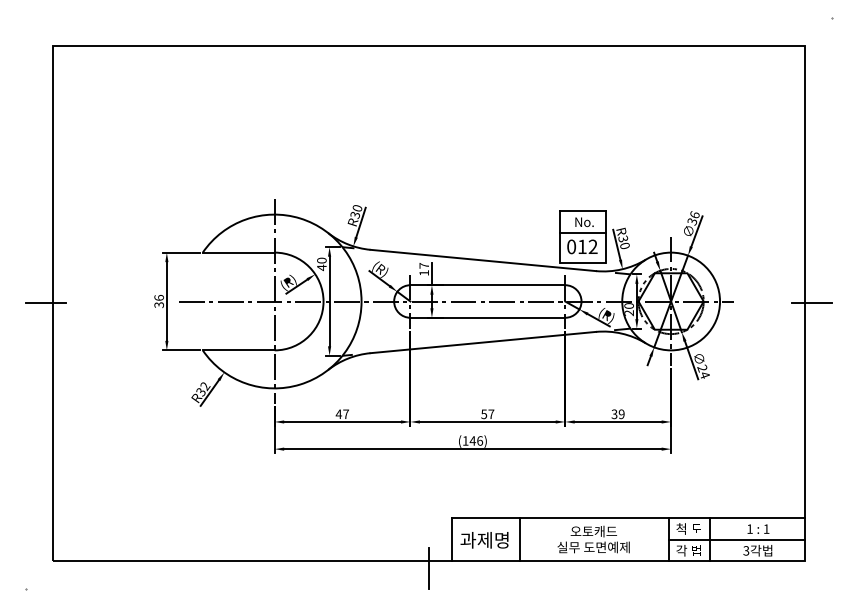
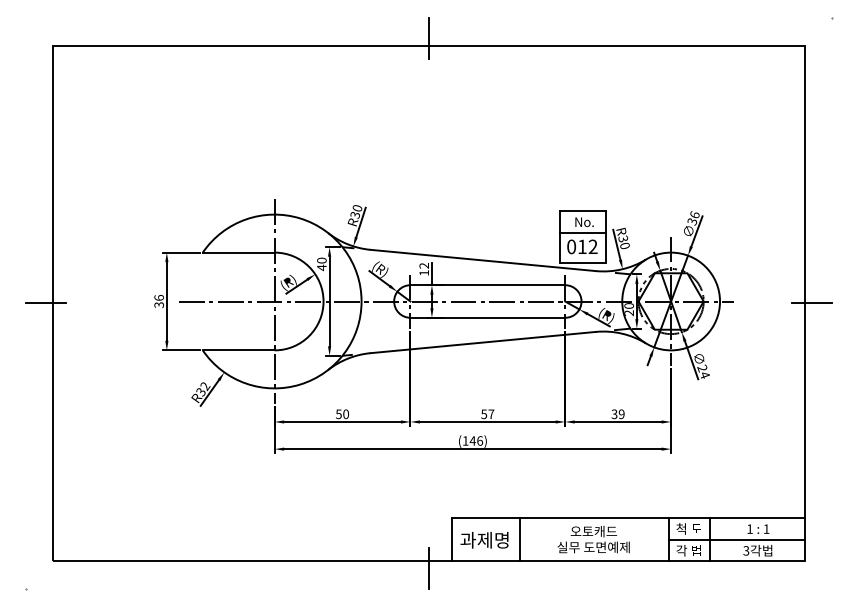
line at (429, 38): none -> present
text at (423, 265): 17 -> 12
text at (342, 414): 47 -> 50
